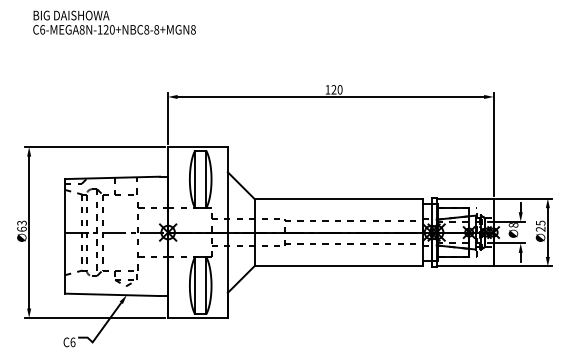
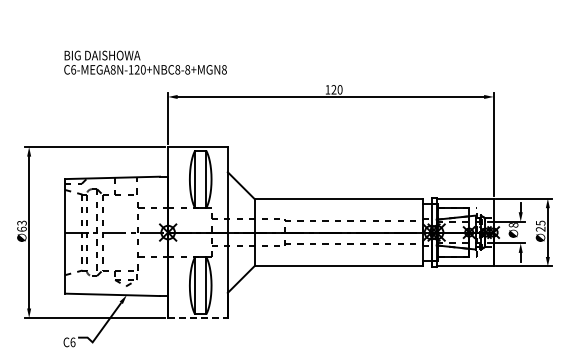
text at (114, 22) position: (114, 22) -> (145, 62)
line at (197, 318): solid -> dashed
